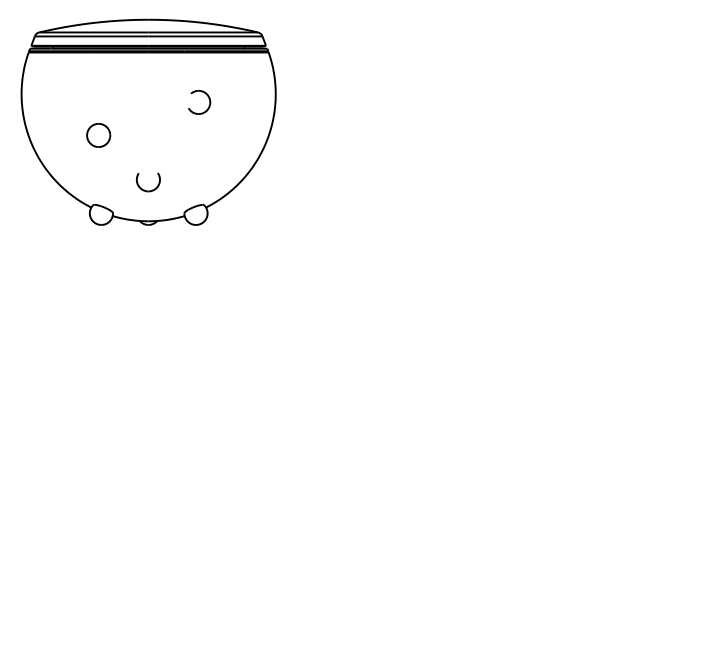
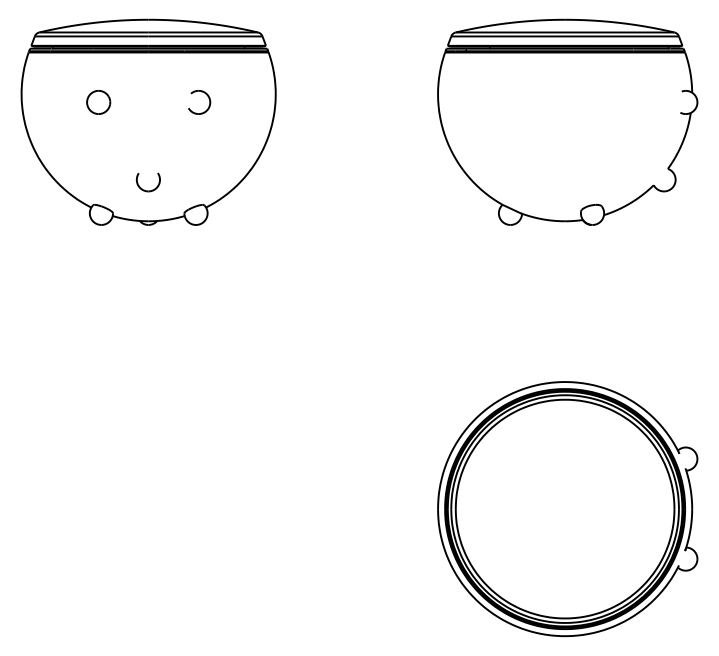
part at (567, 121): none -> present
part at (98, 135) position: (98, 135) -> (98, 102)
part at (567, 509): none -> present
